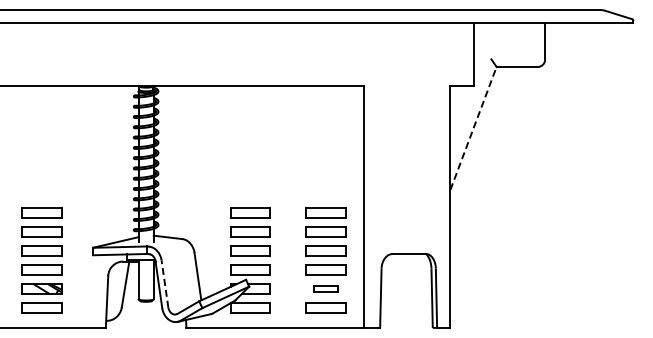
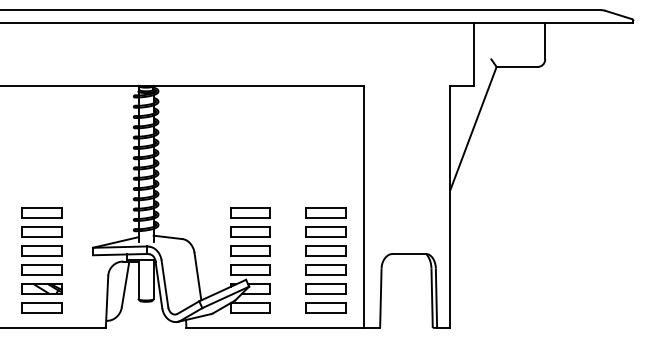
line at (473, 128): dashed -> solid
line at (164, 284): dashed -> solid
part at (325, 288) size: 26x8 px -> 42x12 px
